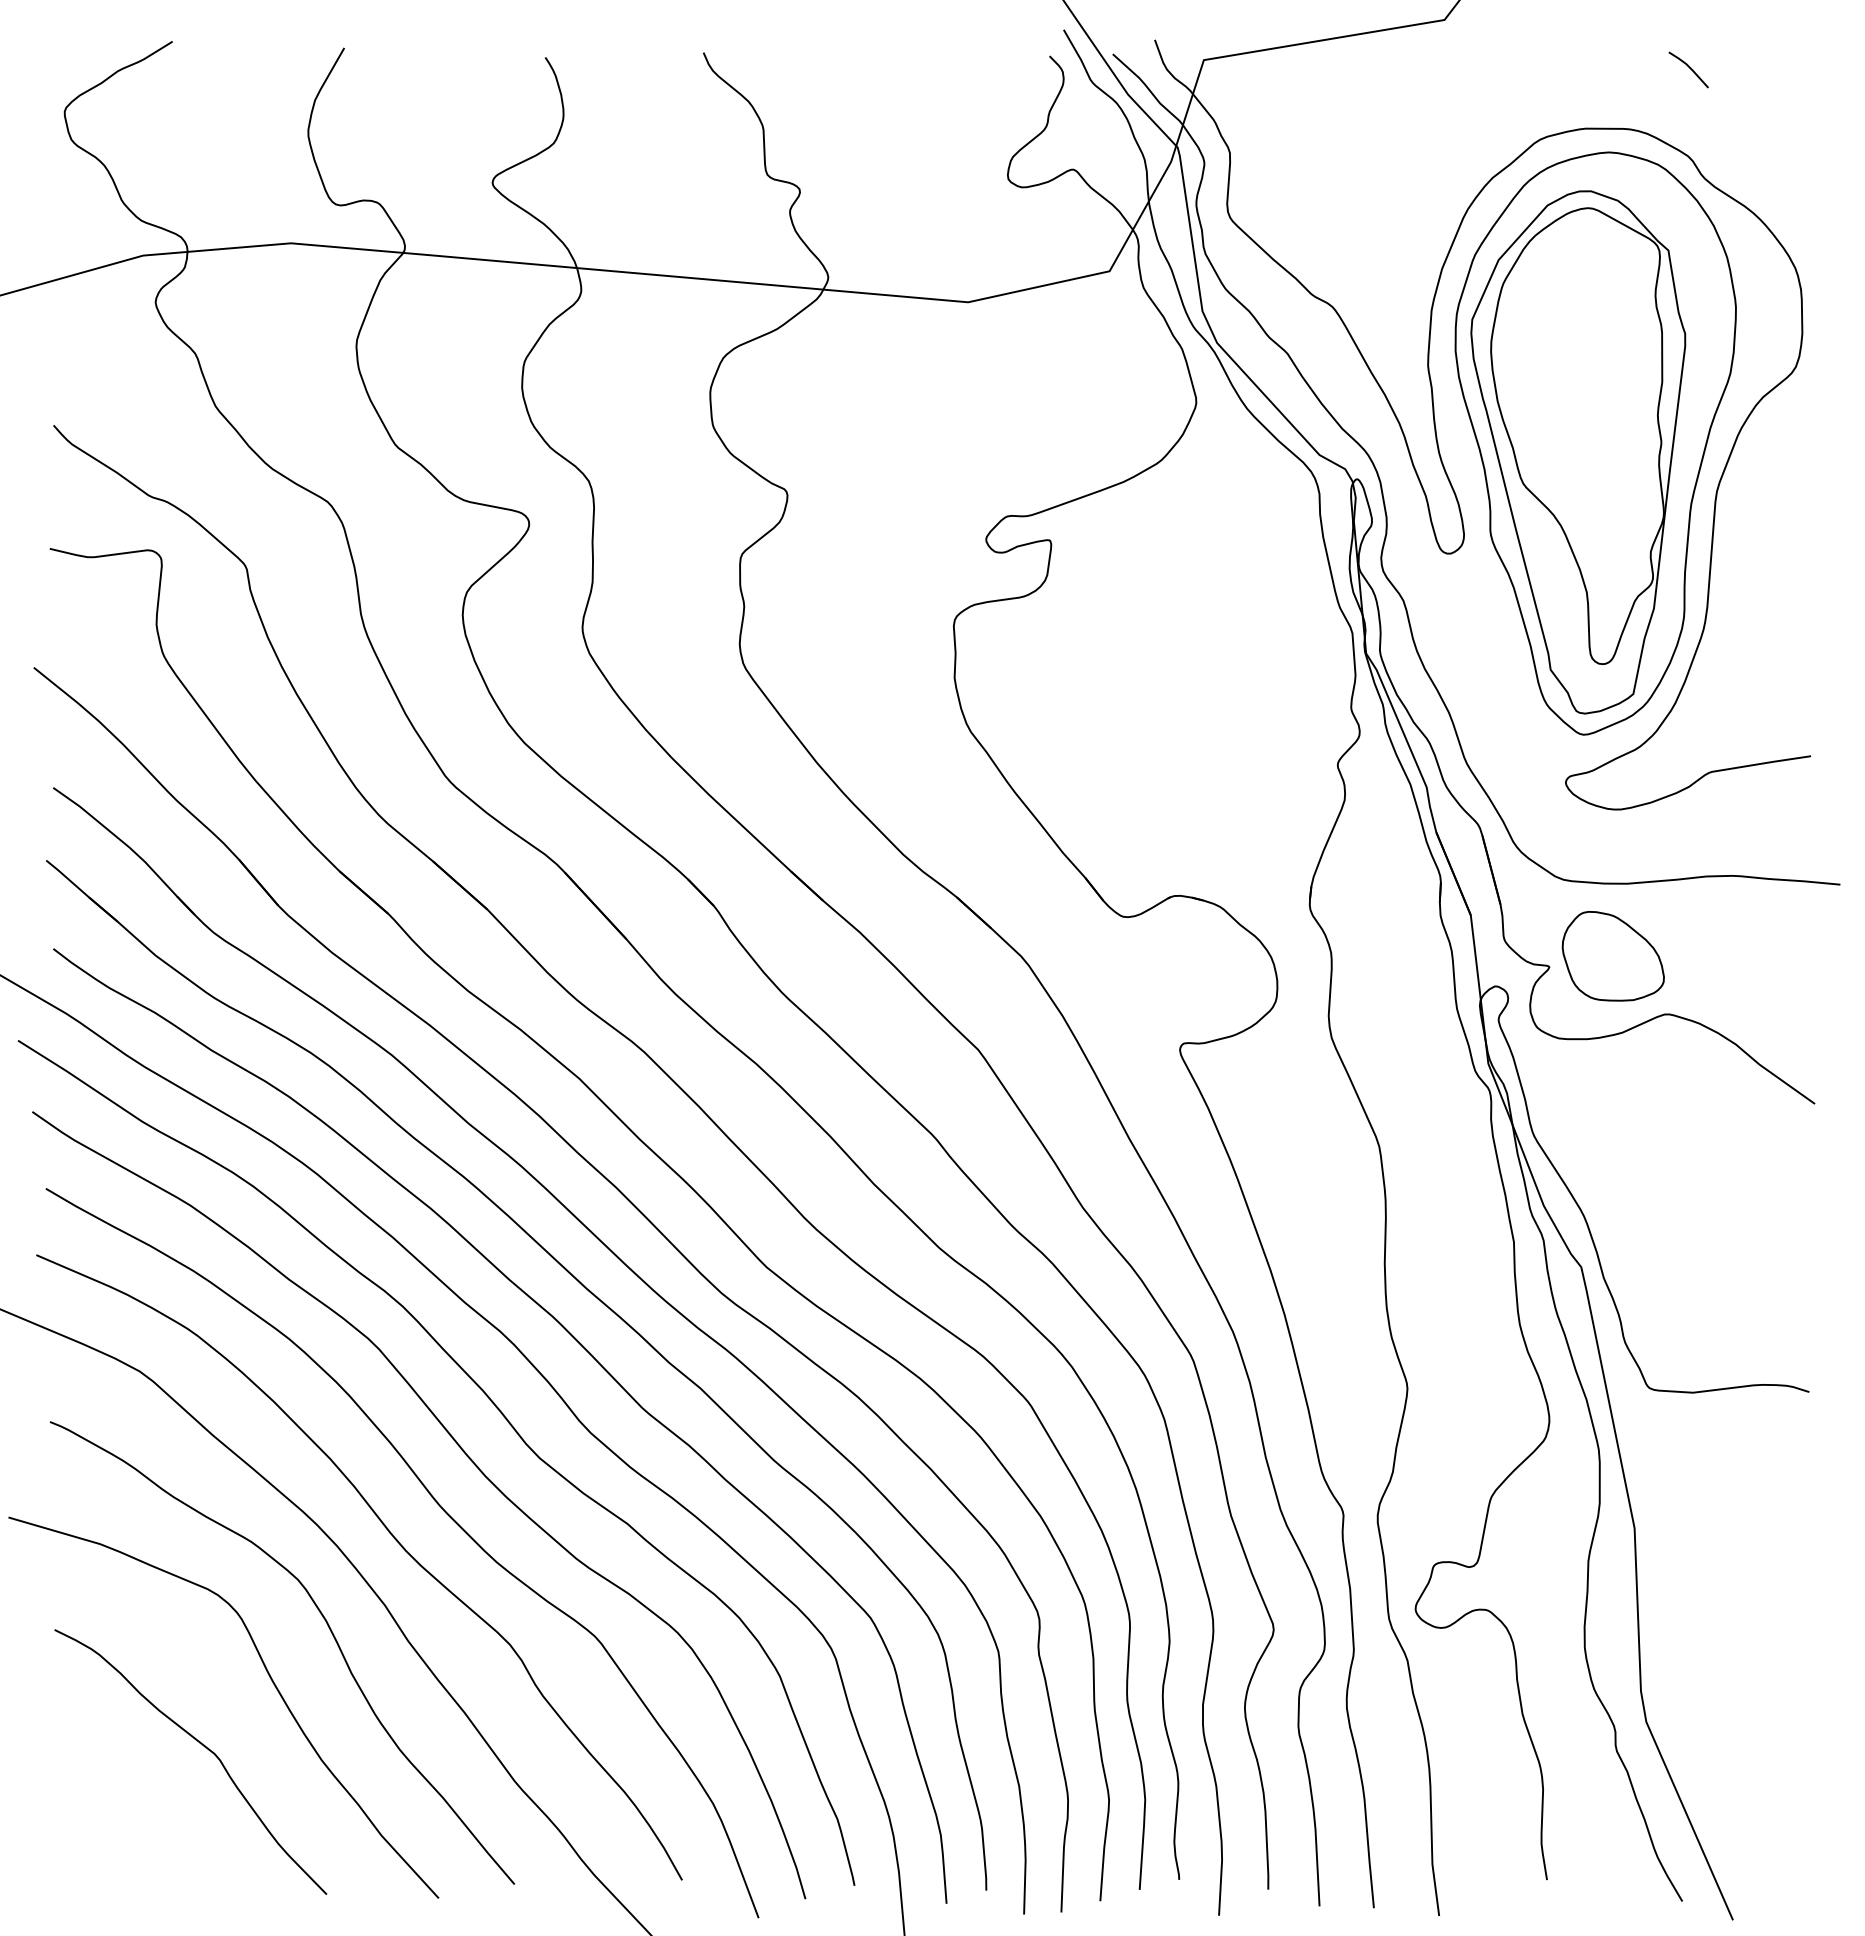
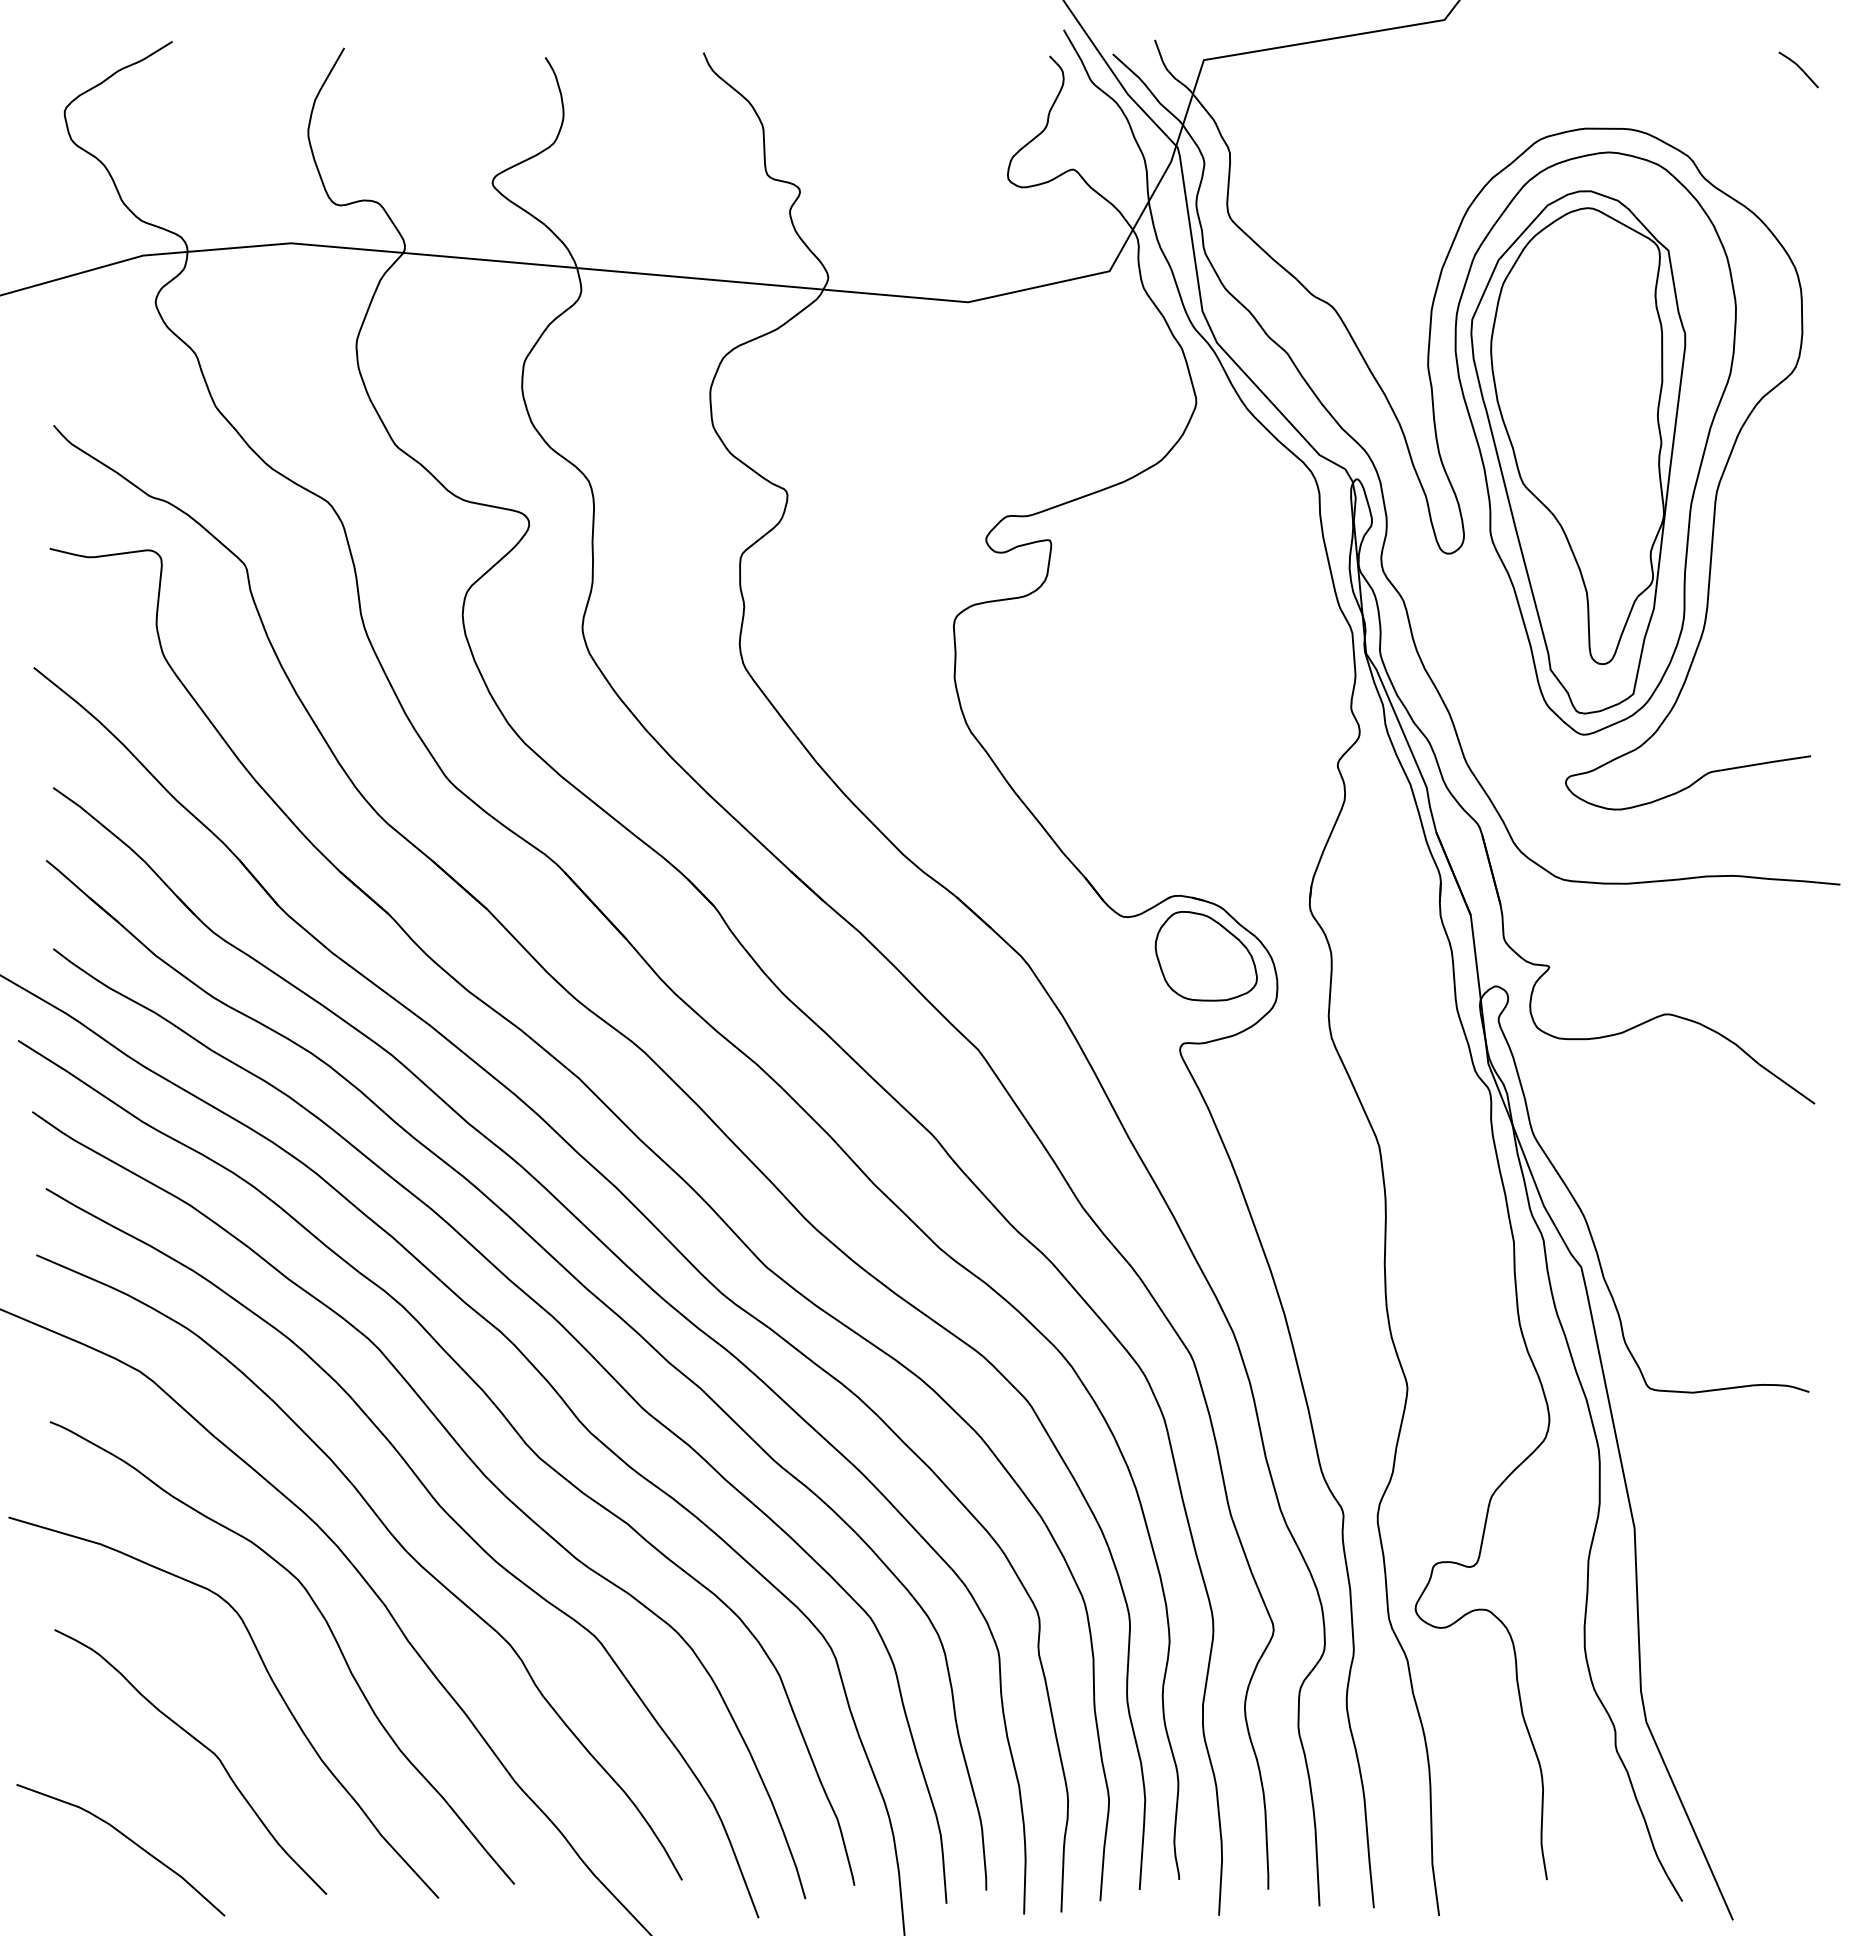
line at (1689, 68) position: (1689, 68) -> (1799, 68)
part at (1612, 956) position: (1612, 956) -> (1205, 956)
curve at (126, 1838): none -> present
